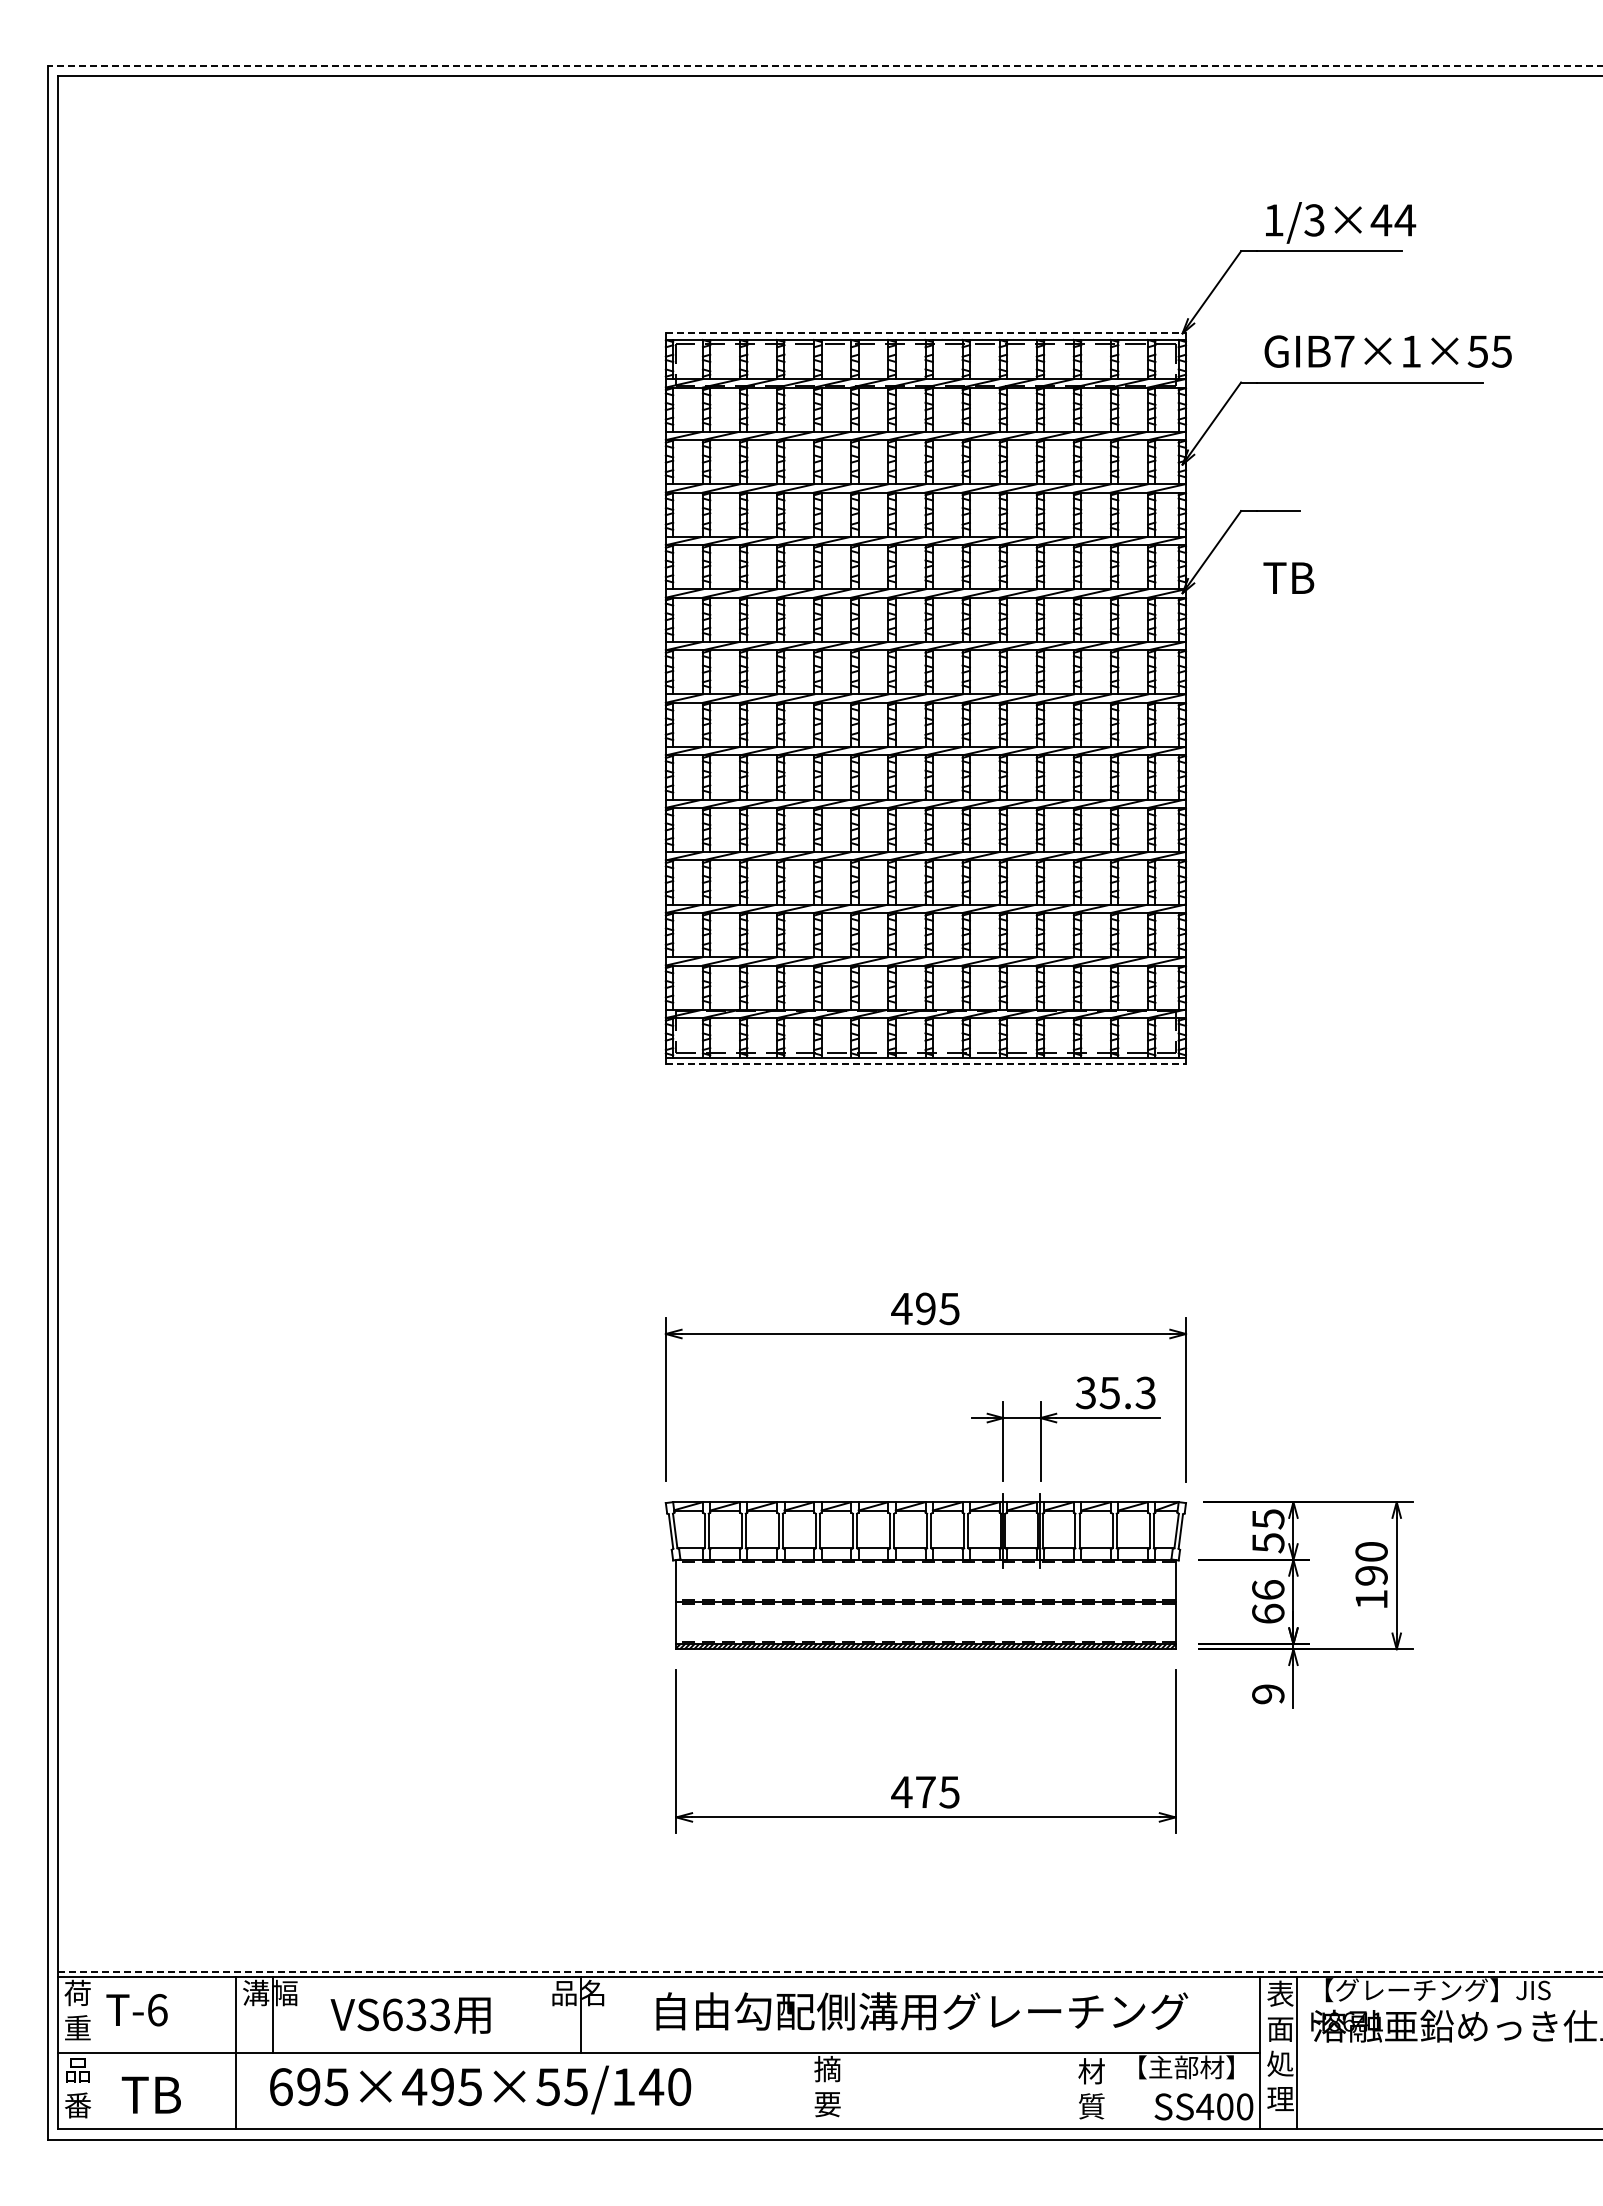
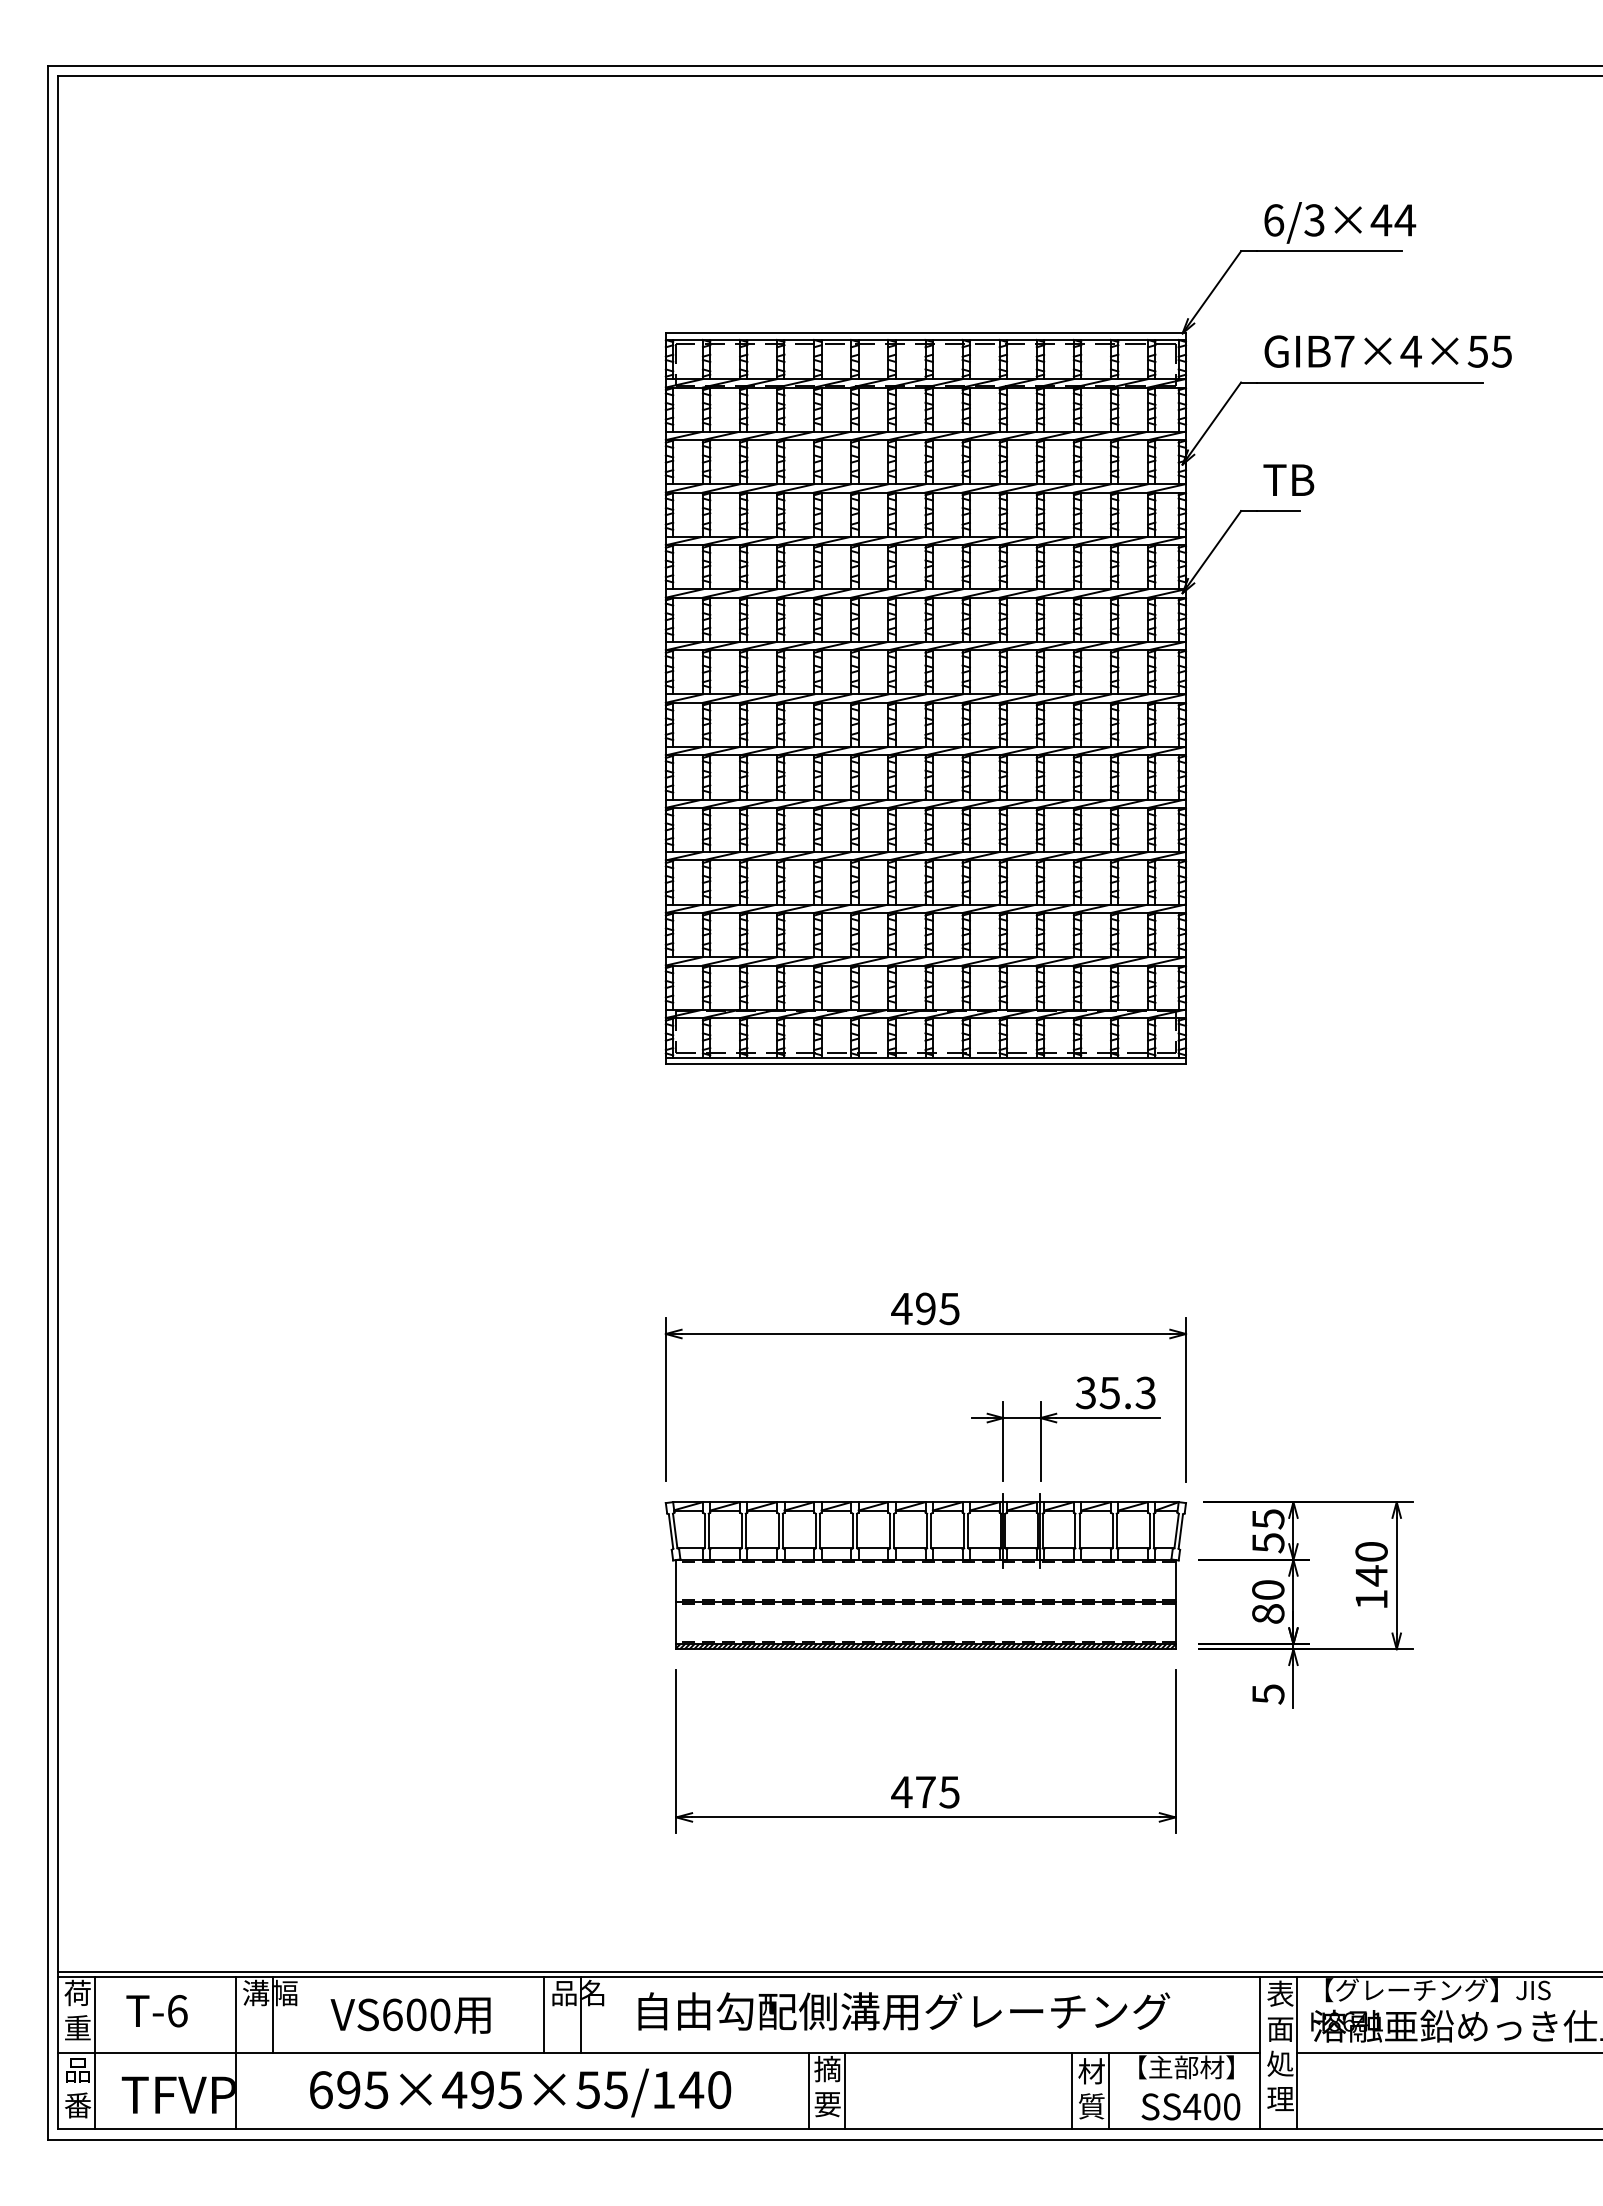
line at (824, 66): dashed -> solid
text at (1274, 220): 1/3×44 -> 6/3×44
line at (926, 333): dashed -> solid
text at (1410, 351): GIB7×1×55 -> GIB7×4×55
text at (1288, 577) position: (1288, 577) -> (1288, 479)
line at (926, 1063): dashed -> solid
text at (1371, 1575): 190 -> 140
text at (1268, 1601): 66 -> 80
text at (1268, 1694): 9 -> 5
line at (831, 1971): dashed -> solid
text at (136, 2010) position: (136, 2010) -> (156, 2011)
text at (922, 2011) position: (922, 2011) -> (904, 2011)
text at (428, 2014): VS633 -> VS600
line at (544, 2014): none -> present
line at (95, 2052): none -> present
line at (1447, 2052): none -> present
text at (480, 2089) position: (480, 2089) -> (520, 2092)
line at (808, 2090): none -> present
line at (845, 2090): none -> present
line at (1072, 2090): none -> present
line at (1109, 2090): none -> present
text at (197, 2094): TB -> TFVP
text at (1203, 2106) position: (1203, 2106) -> (1190, 2106)
